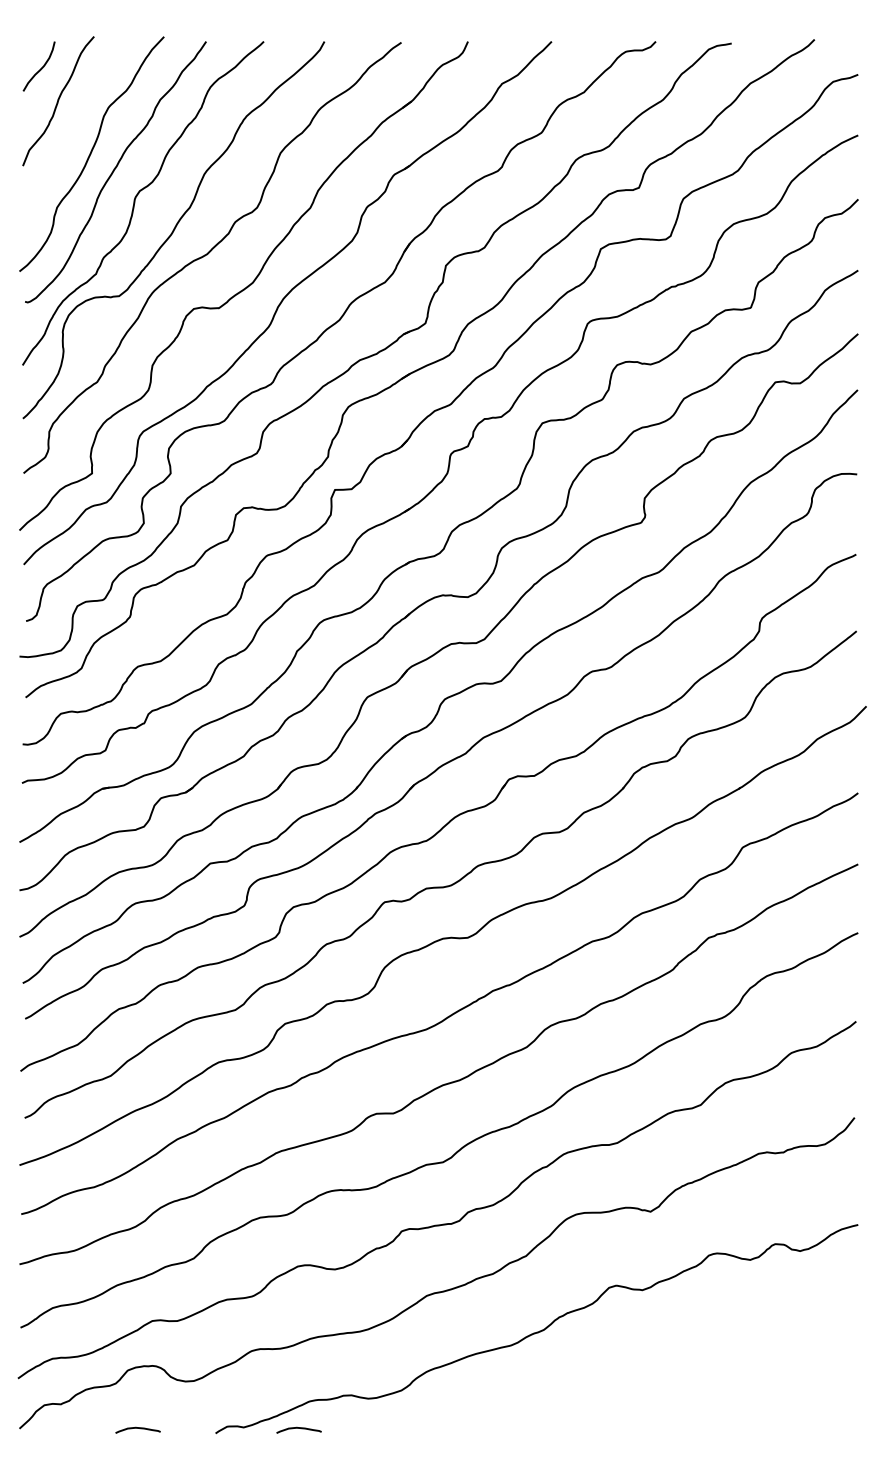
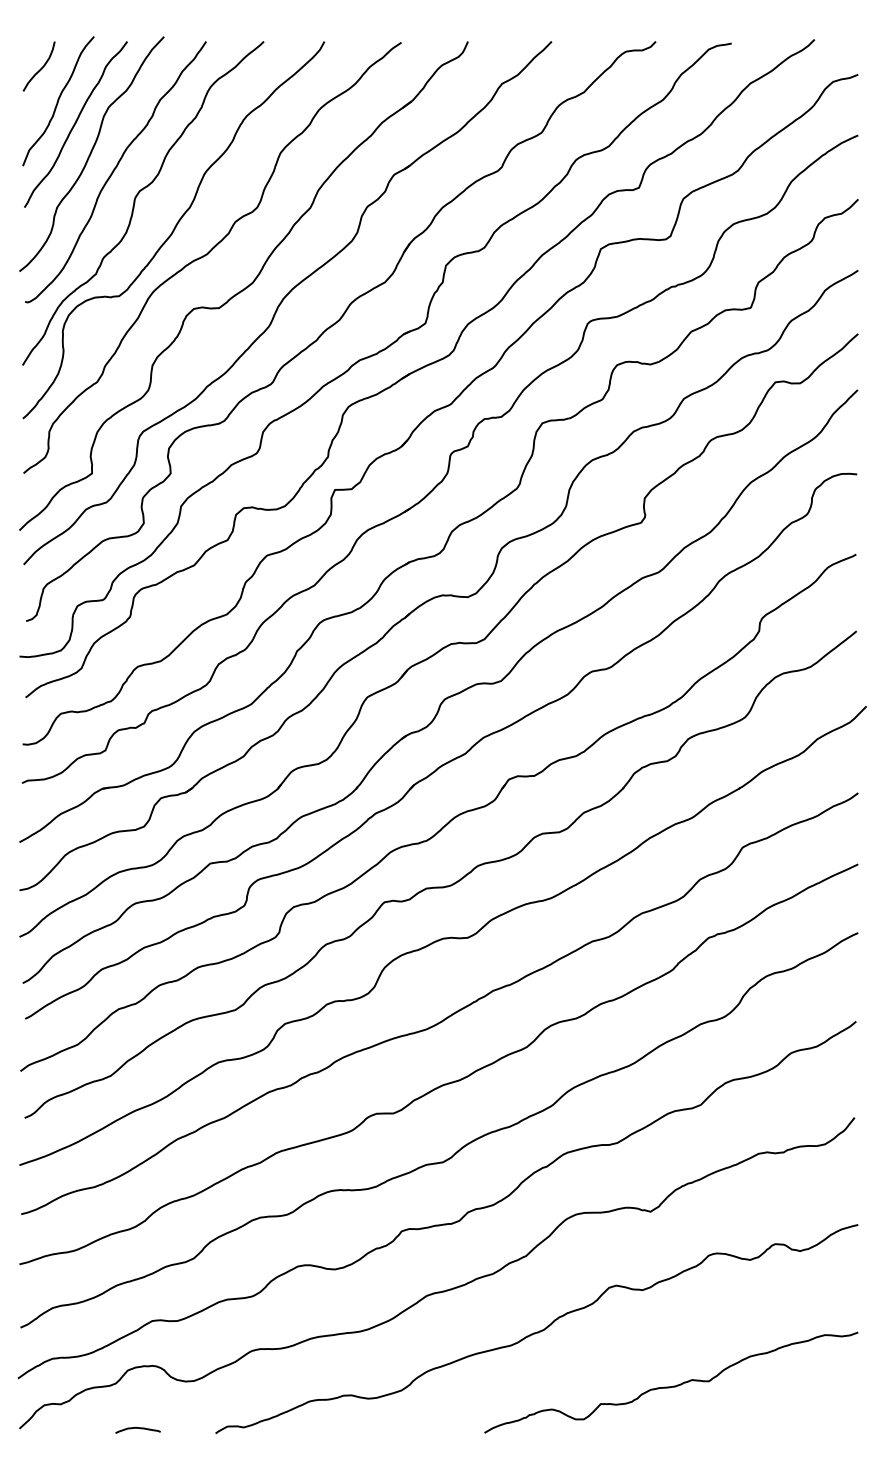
curve at (75, 124): none -> present
curve at (673, 1385): none -> present
curve at (298, 1428): present -> none
